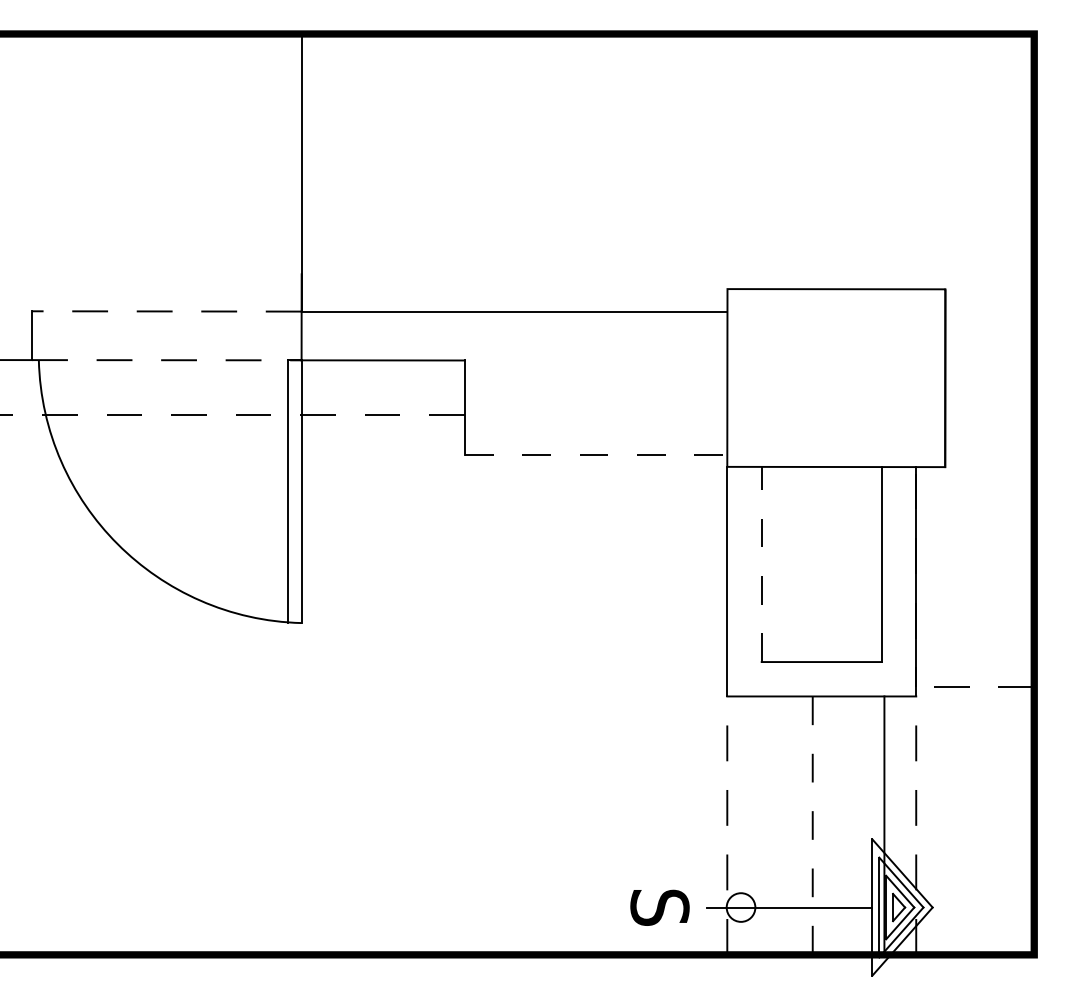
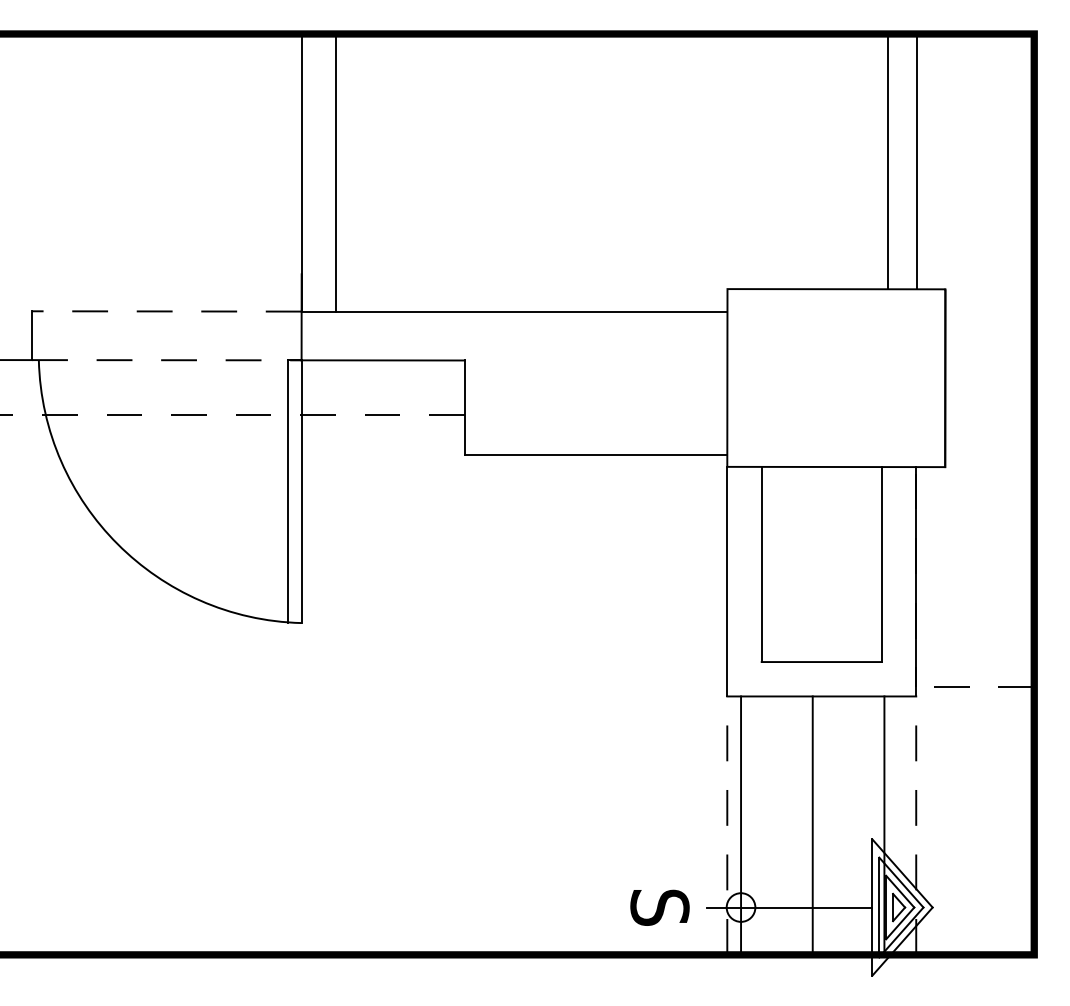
line at (888, 161): none -> present
line at (916, 161): none -> present
line at (336, 172): none -> present
line at (596, 455): dashed -> solid
line at (761, 564): dashed -> solid
line at (741, 825): none -> present
line at (812, 826): dashed -> solid
